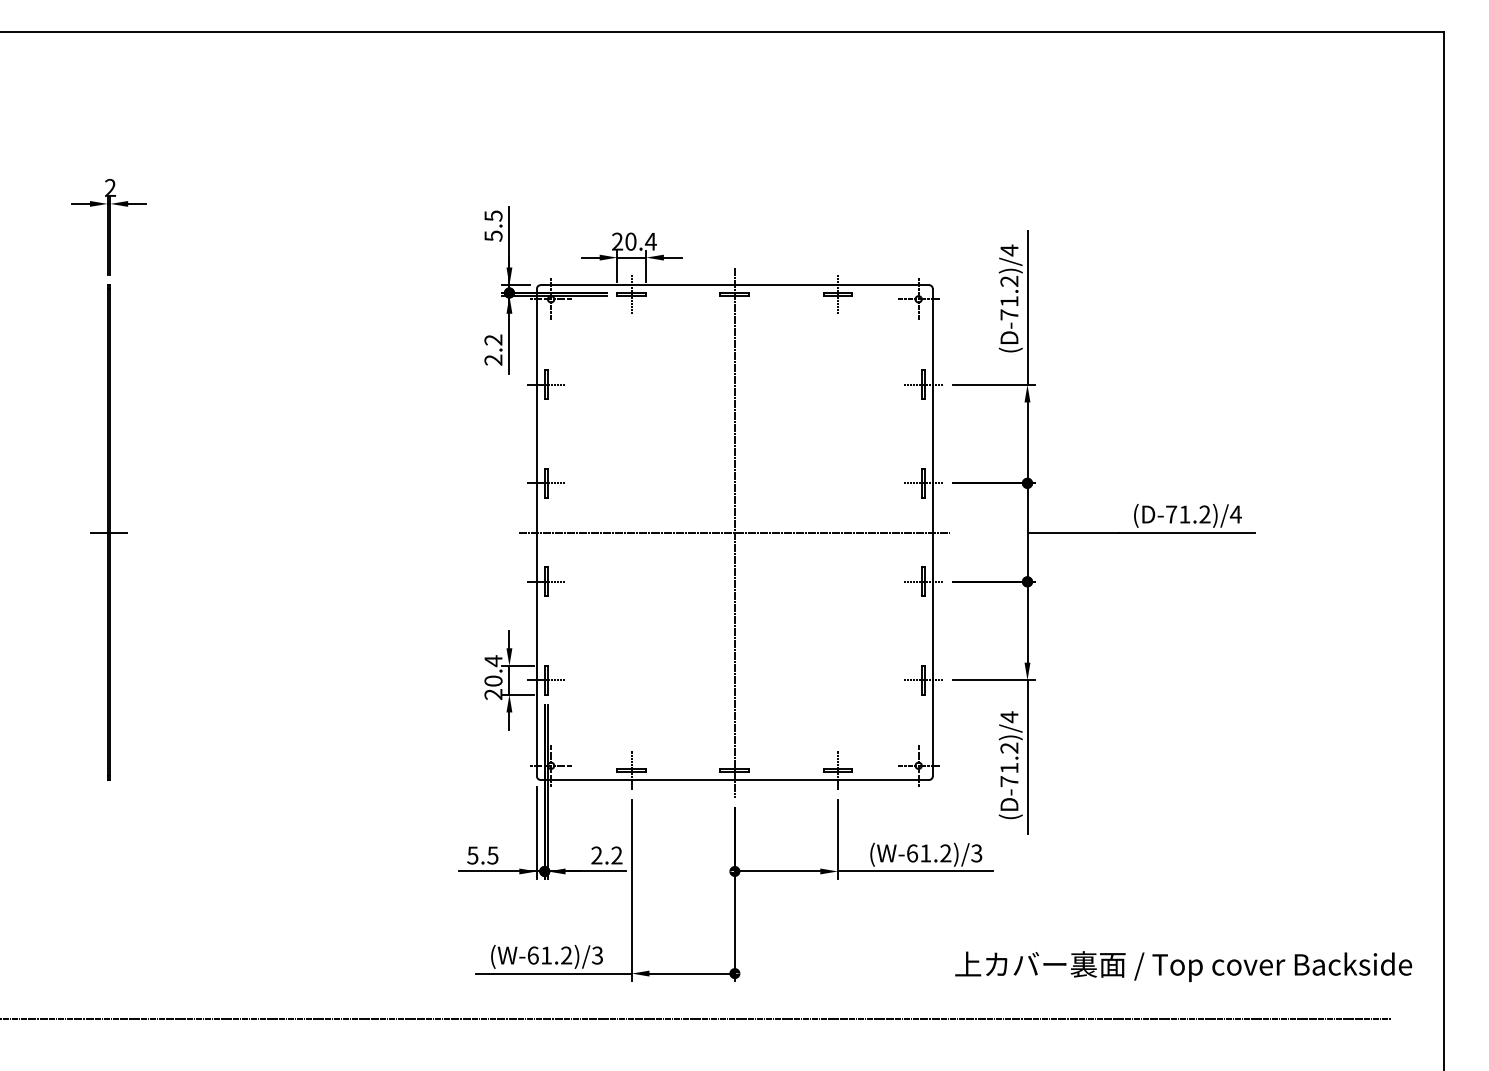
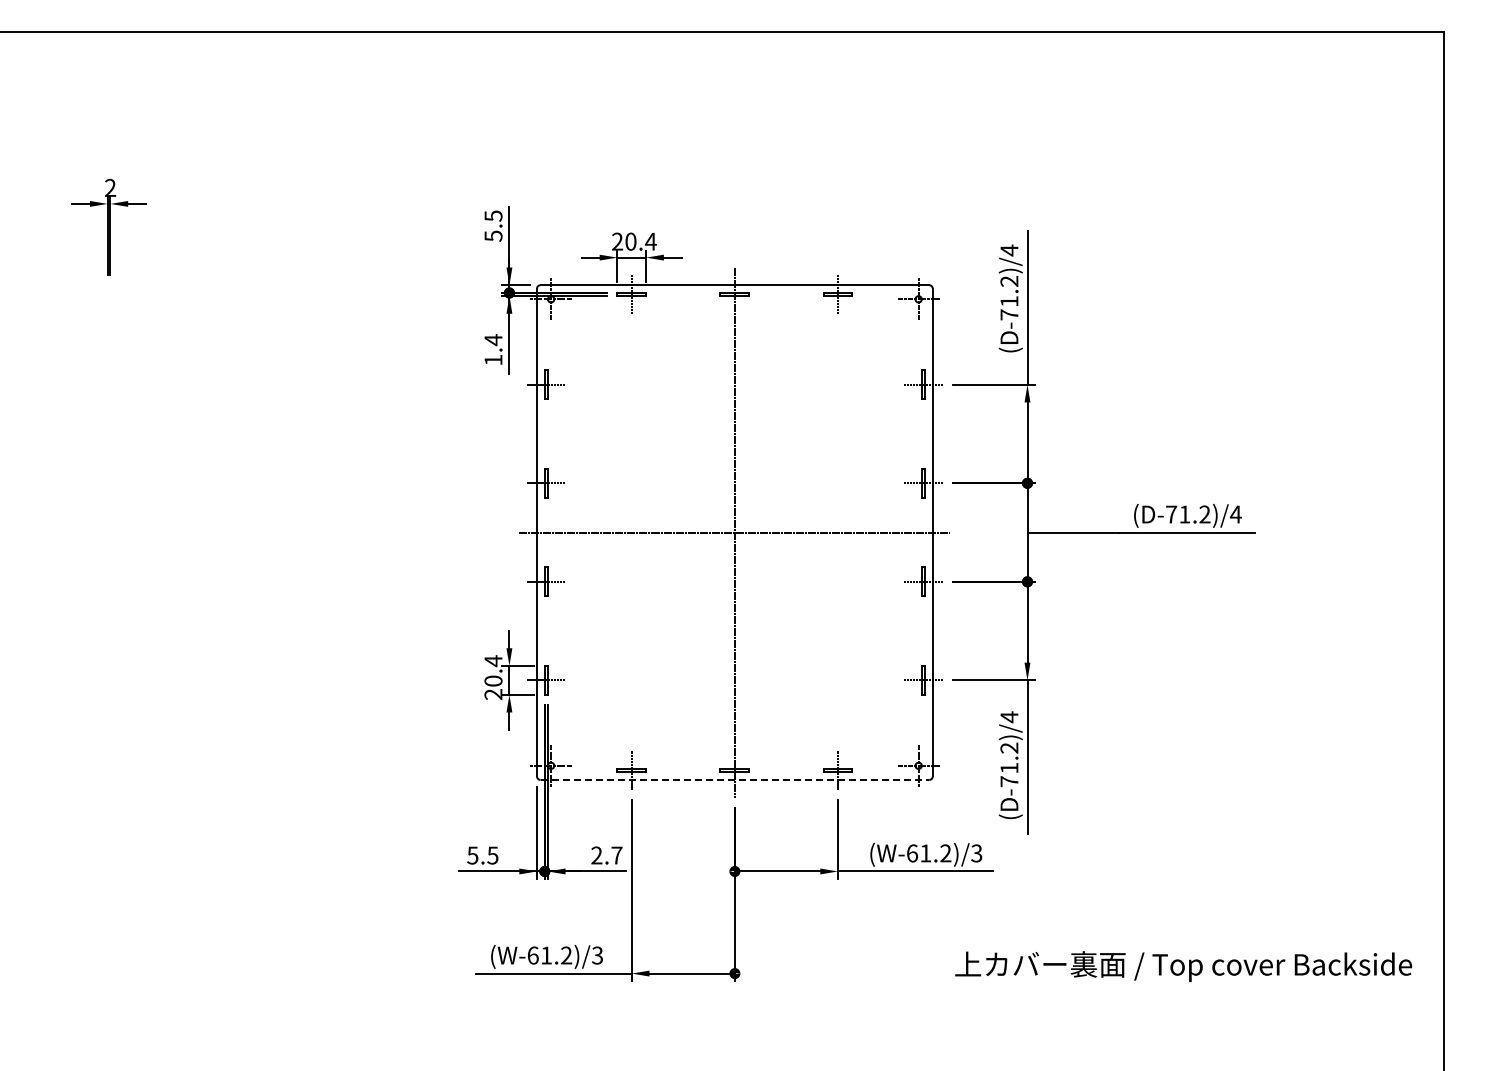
text at (493, 349): 2.2 -> 1.4
part at (108, 532): present -> none
line at (735, 779): solid -> dashed
text at (616, 855): 2.2 -> 2.7
line at (696, 1019): present -> none
